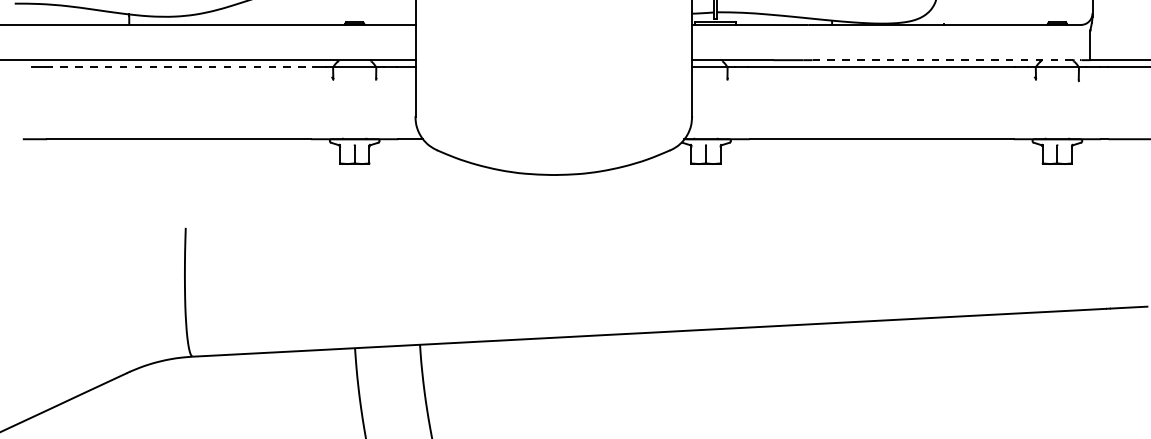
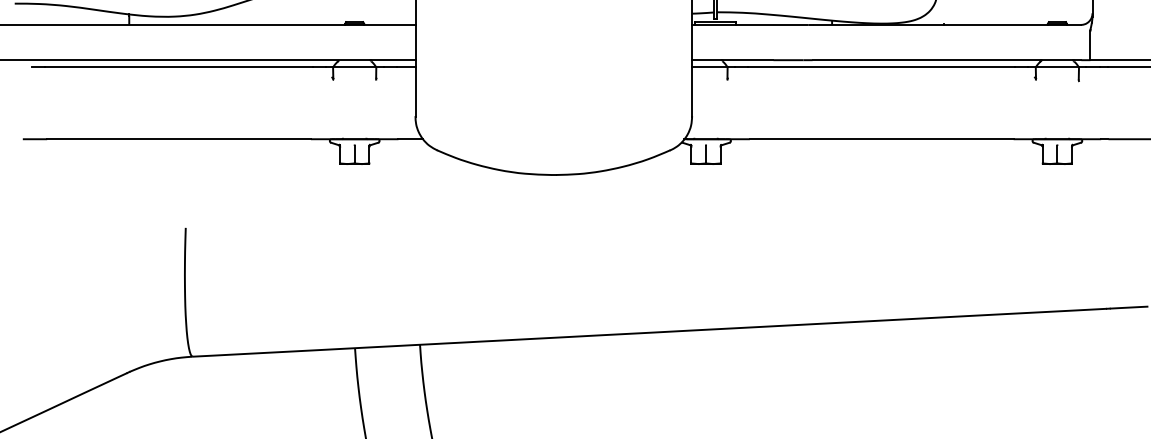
line at (947, 60): dashed -> solid
line at (179, 67): dashed -> solid
